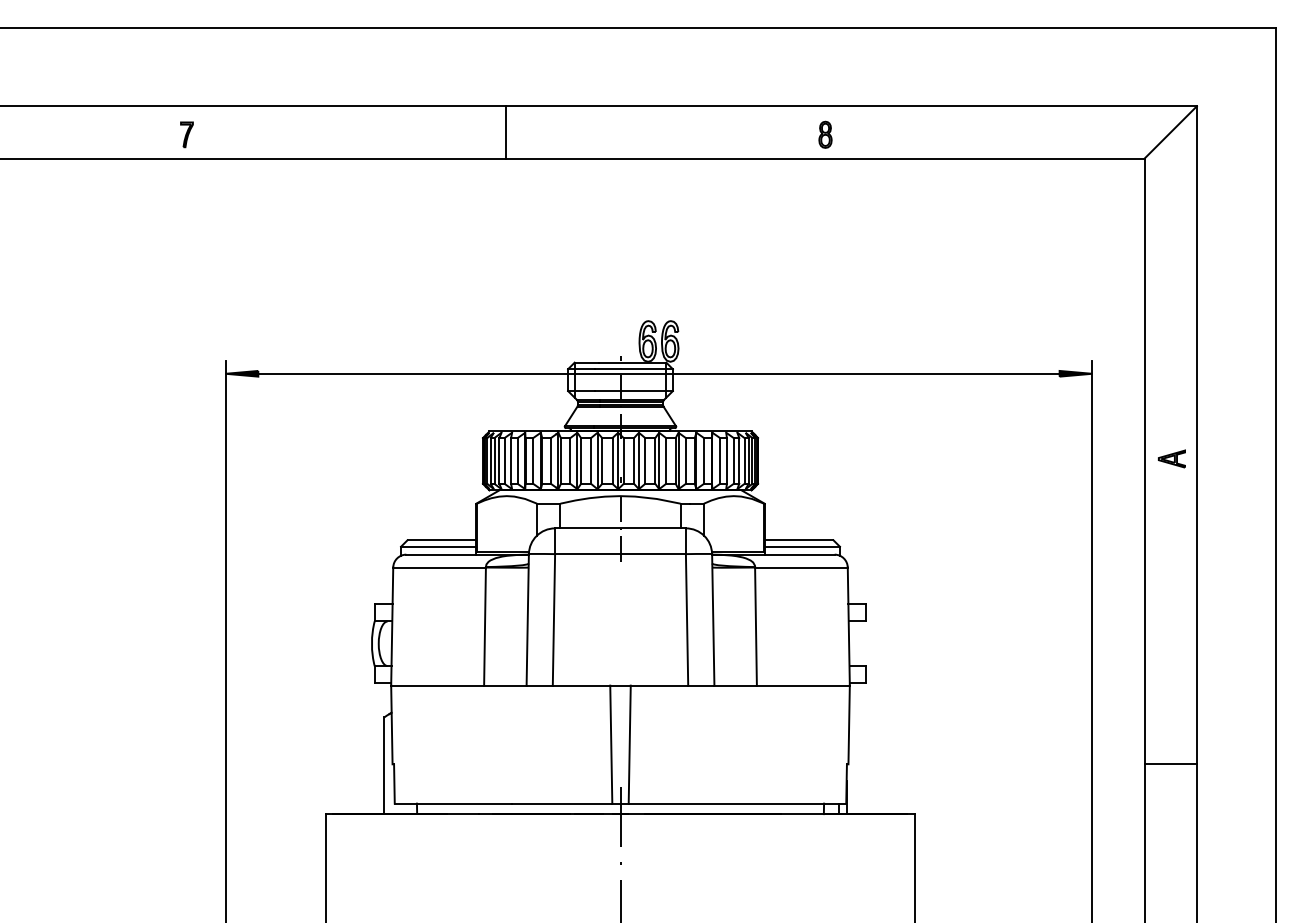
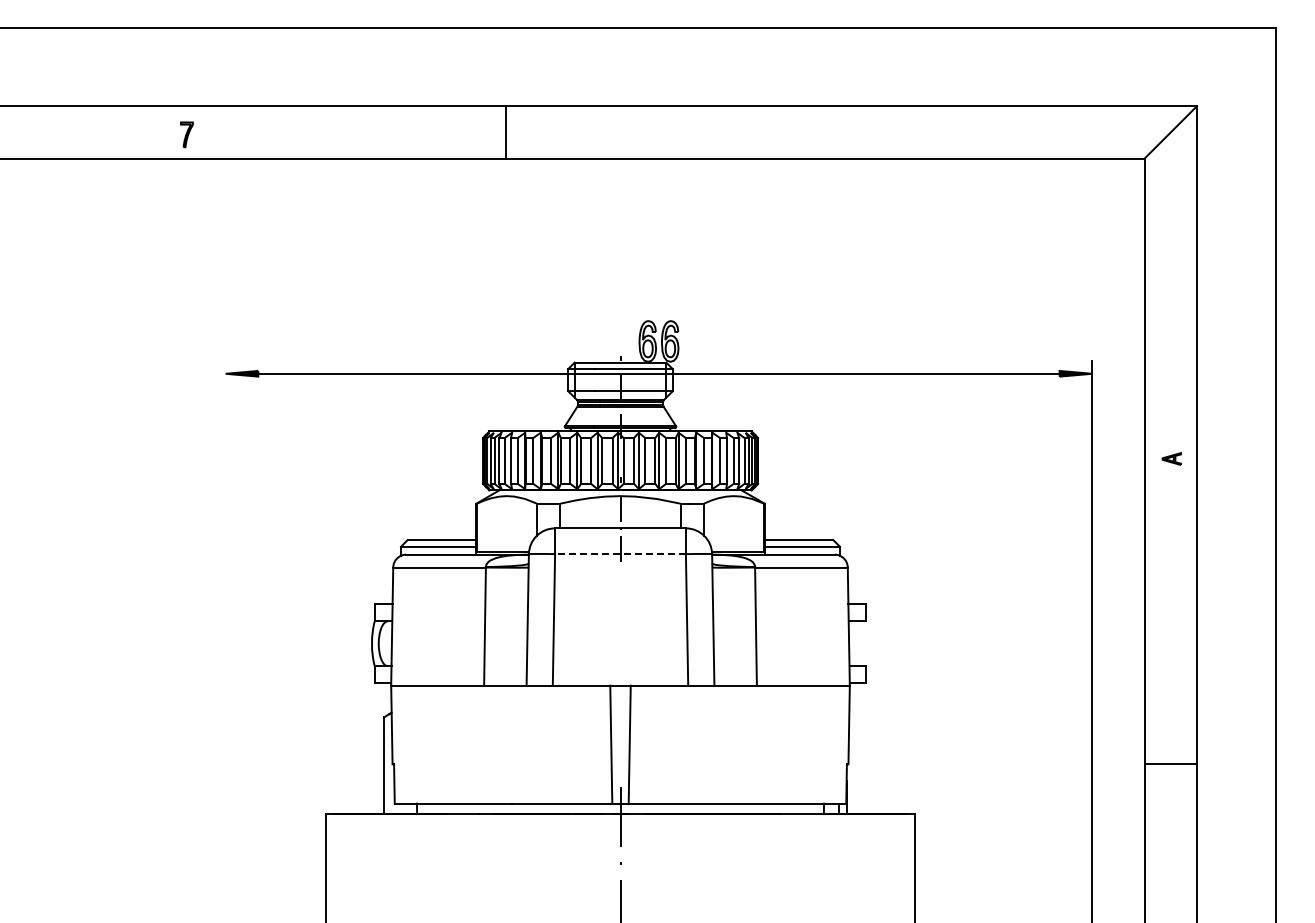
part at (825, 134): present -> none
part at (1171, 458) size: 29x20 px -> 21x14 px
line at (620, 554): solid -> dashed
line at (225, 639): present -> none
